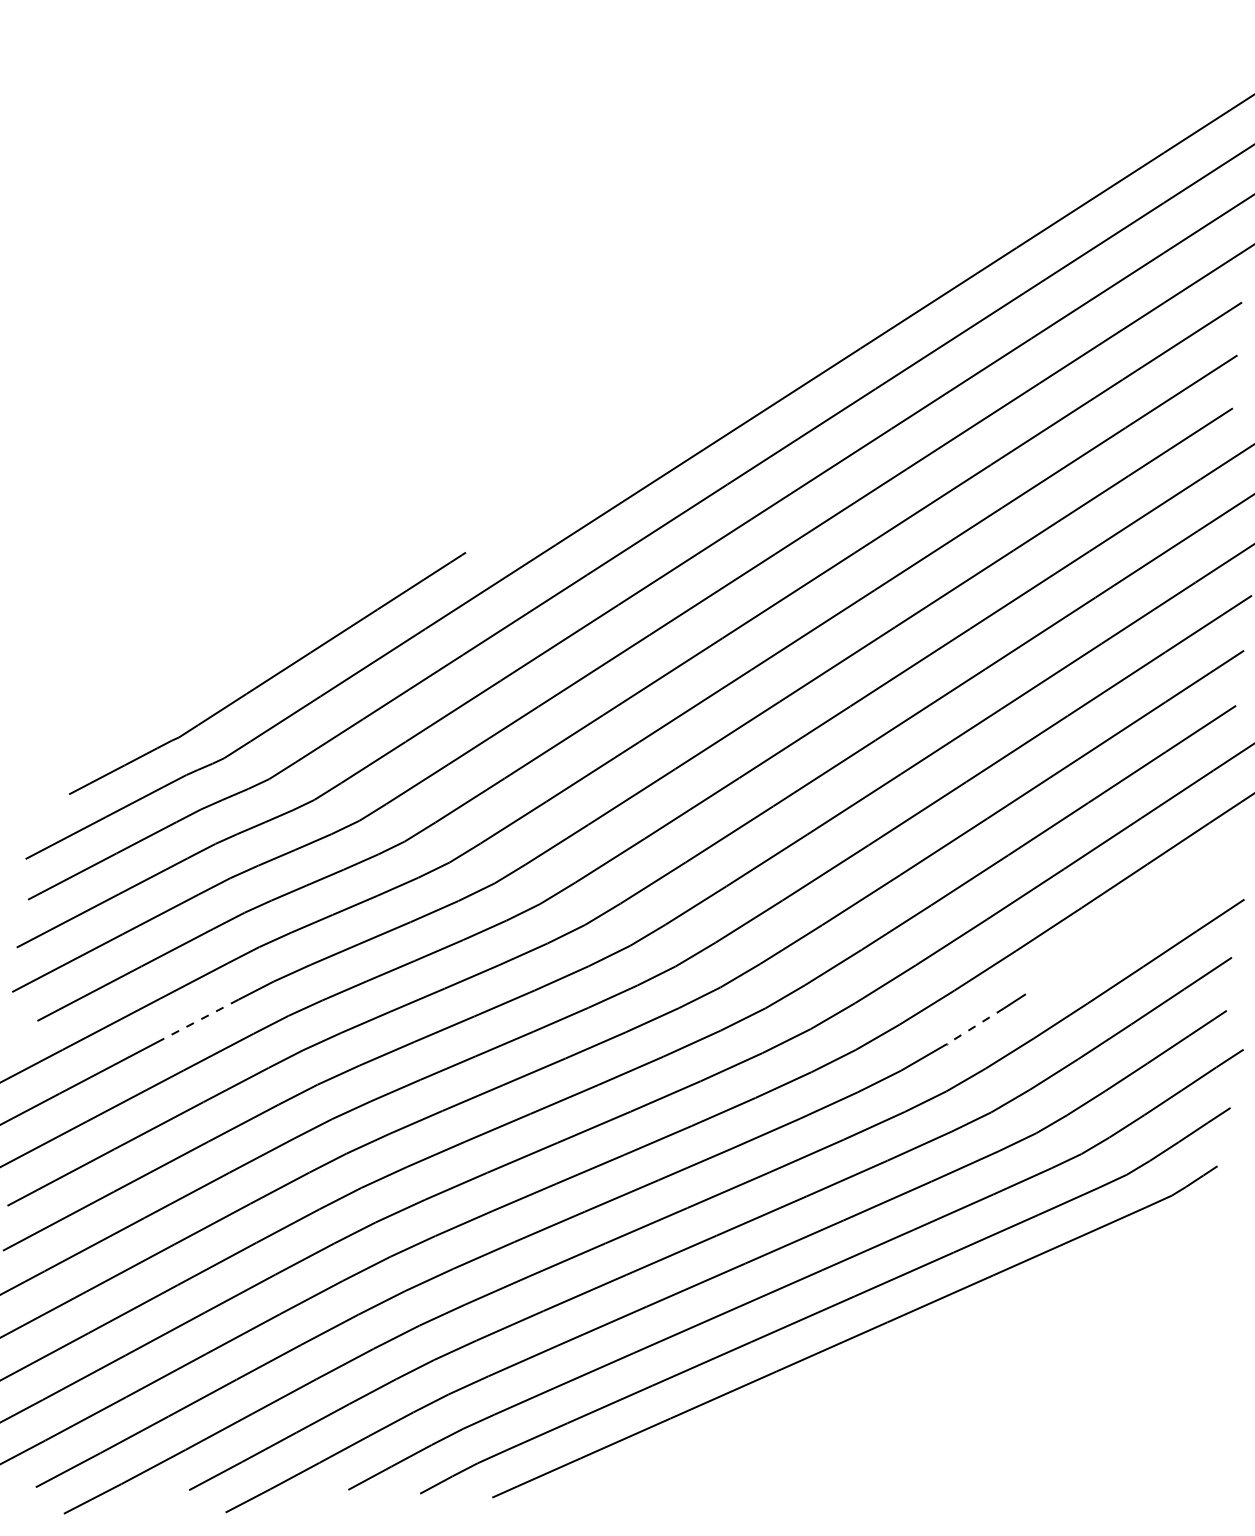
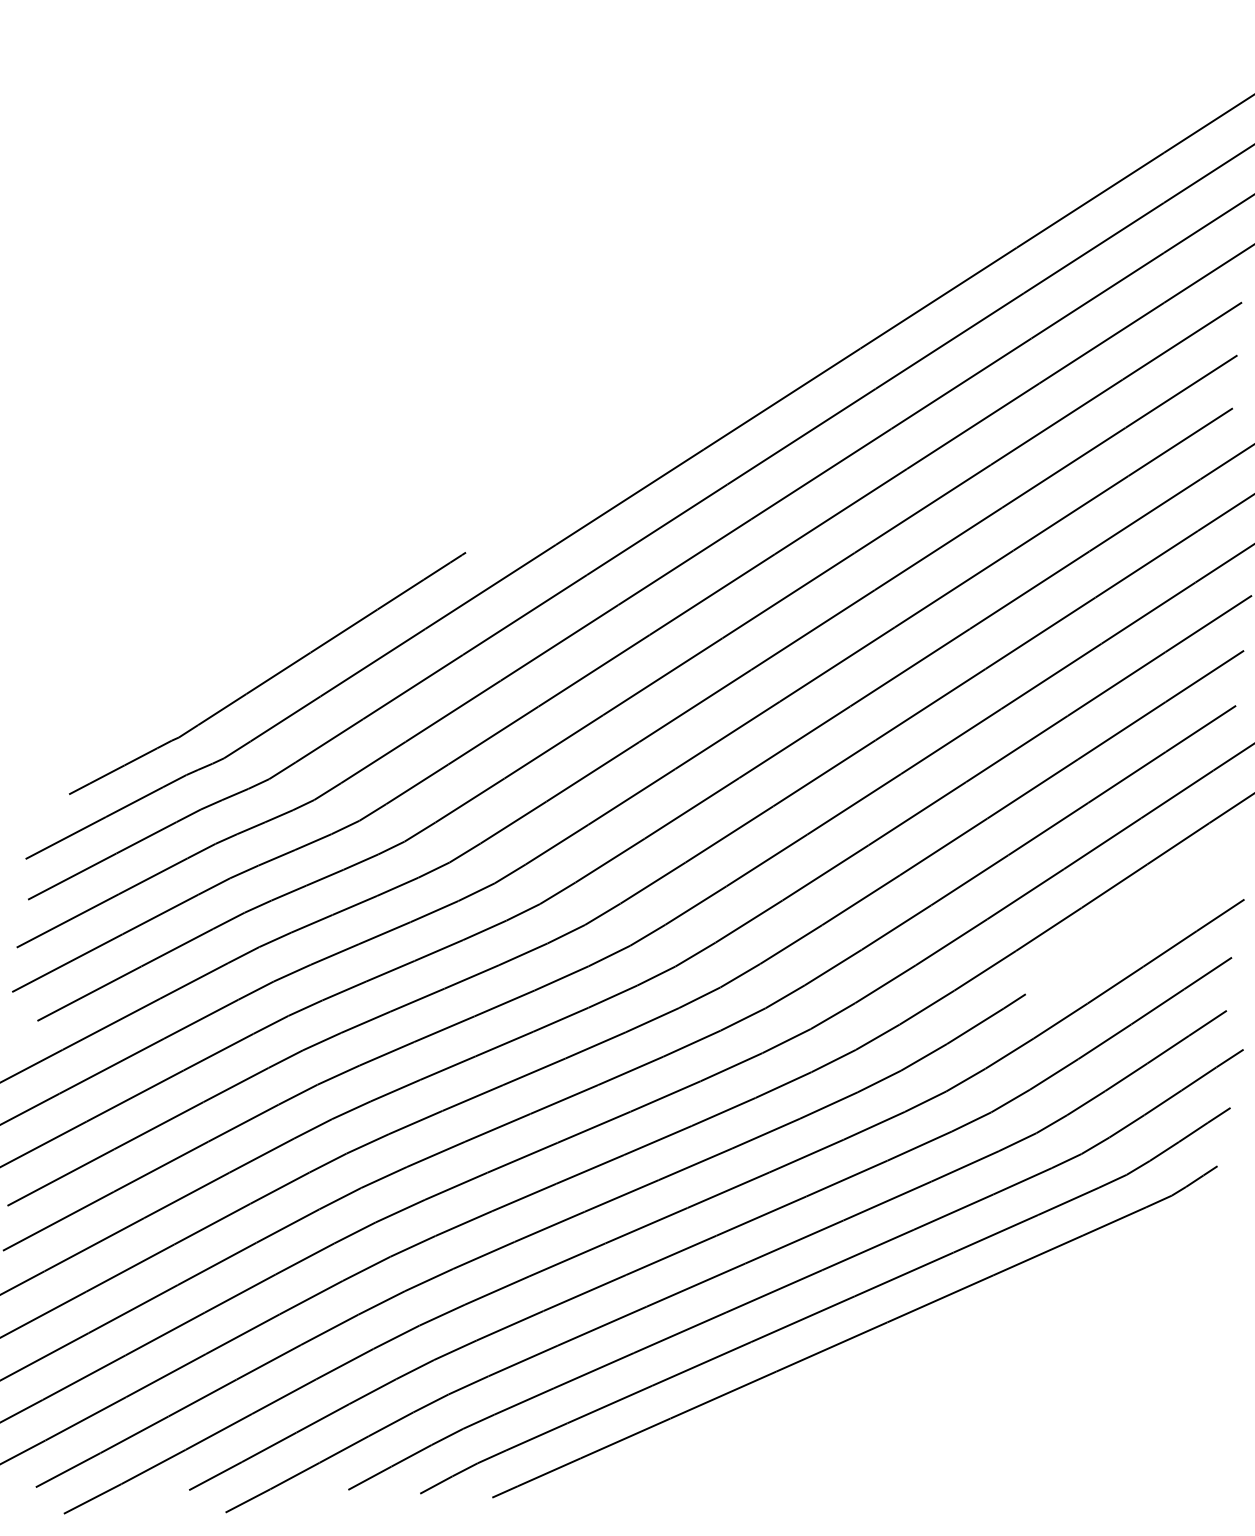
line at (201, 1019): dashed -> solid
line at (975, 1026): dashed -> solid
